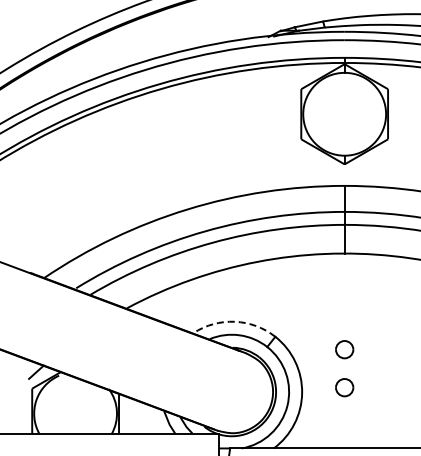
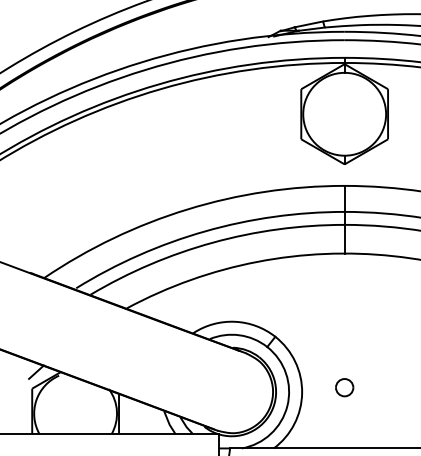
arc at (234, 321): dashed -> solid
part at (344, 349): present -> none
